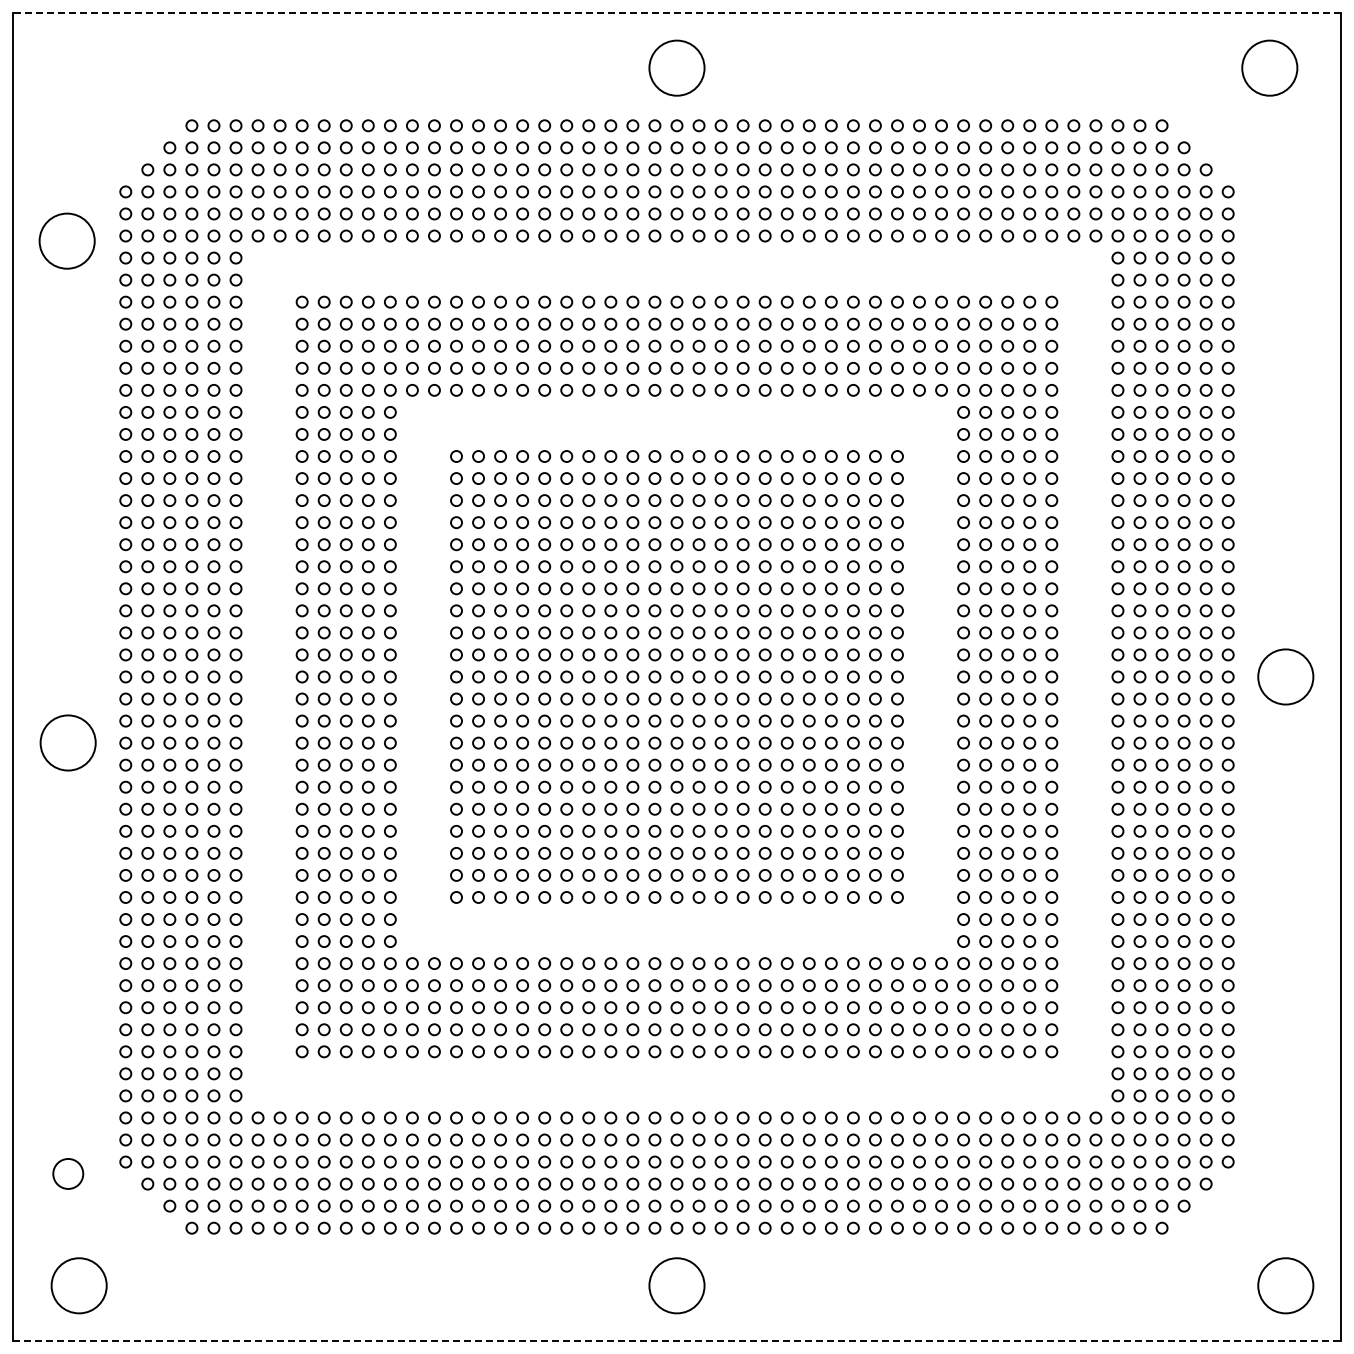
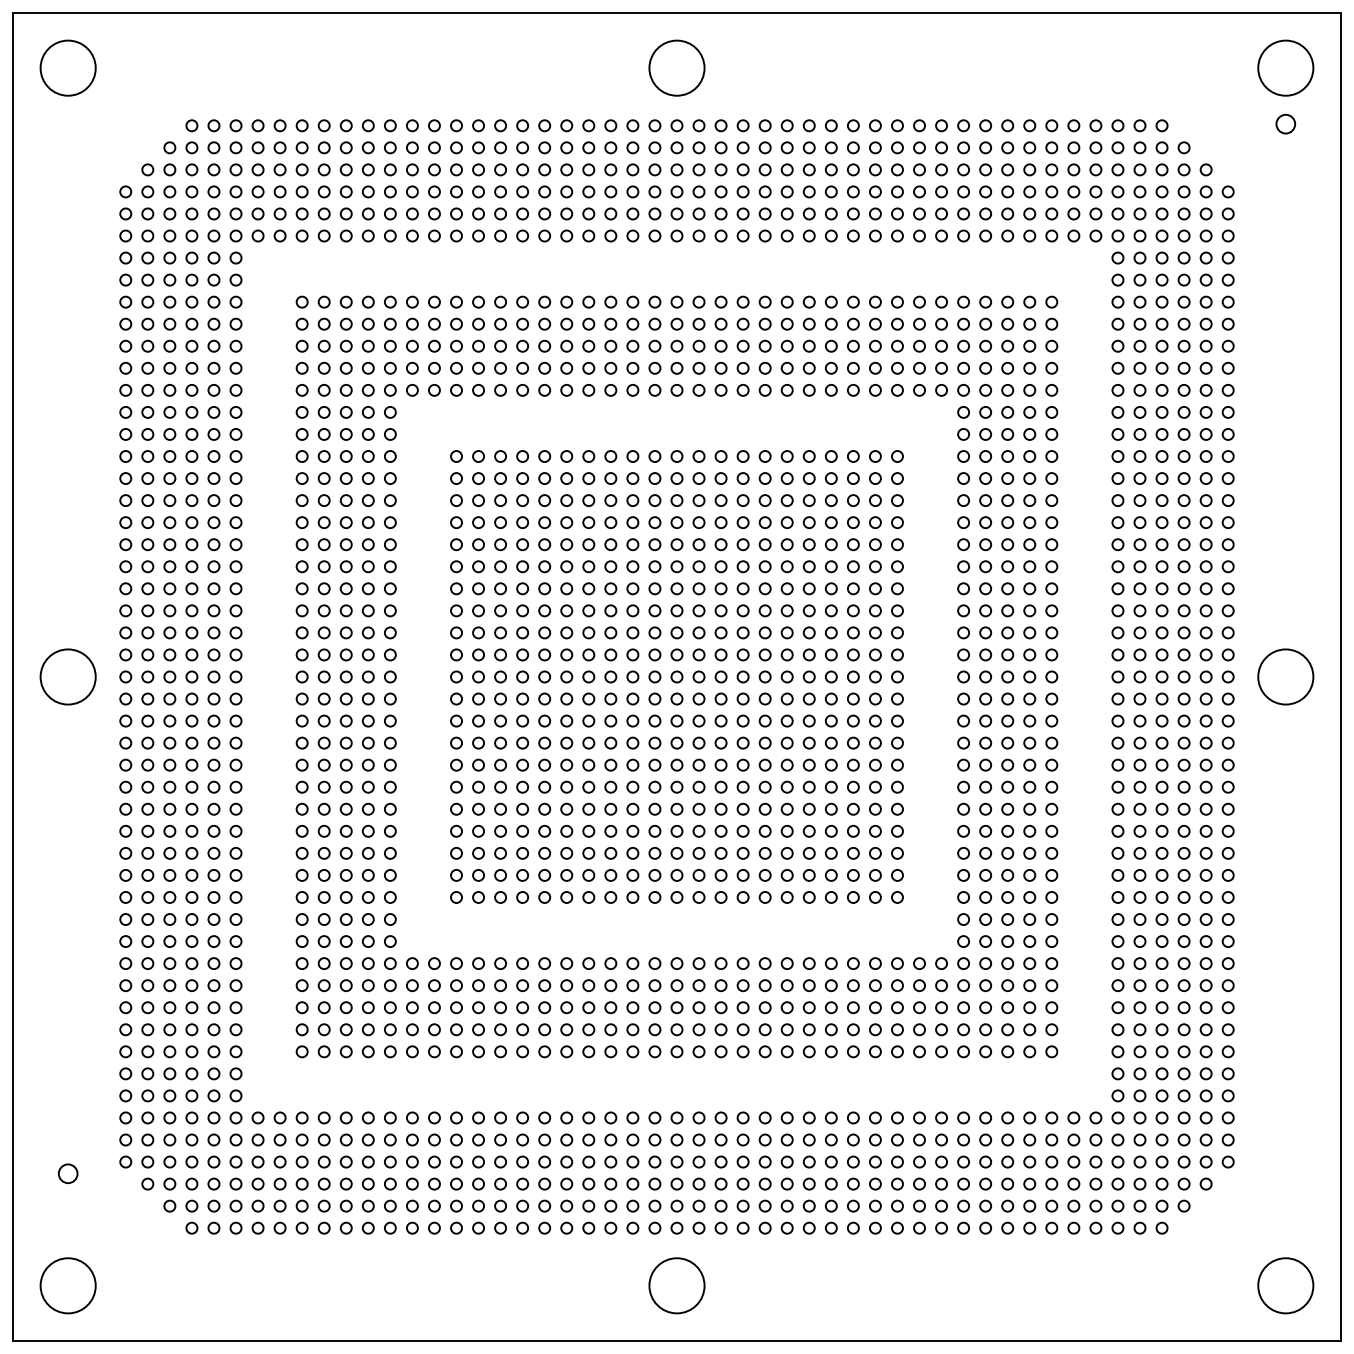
line at (677, 13): dashed -> solid
circle at (1269, 67) position: (1269, 67) -> (1285, 67)
circle at (1285, 123): none -> present
circle at (66, 240) position: (66, 240) -> (67, 67)
circle at (67, 742) position: (67, 742) -> (67, 676)
circle at (68, 1173) size: 33x32 px -> 22x21 px
circle at (78, 1285) position: (78, 1285) -> (67, 1285)
line at (677, 1340): dashed -> solid
